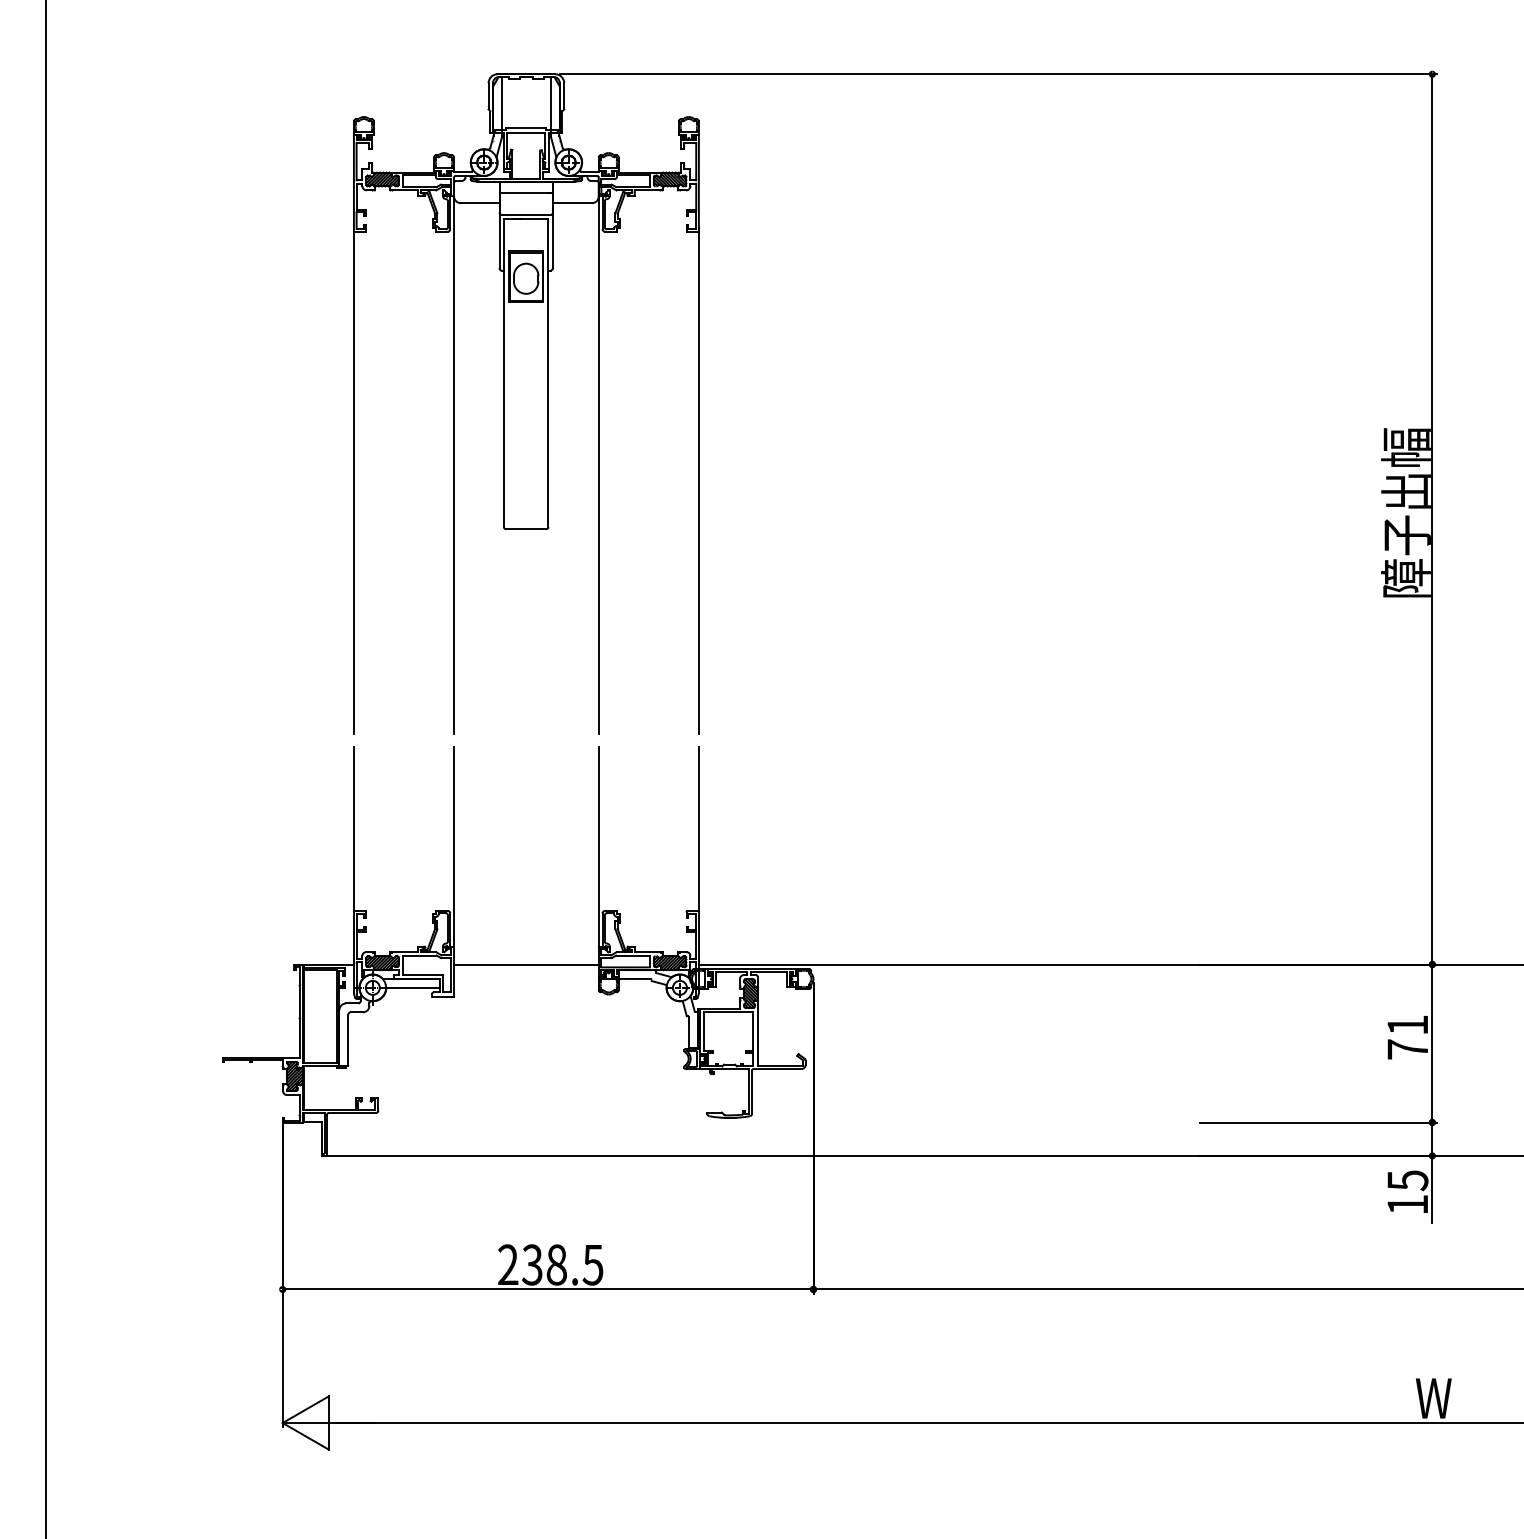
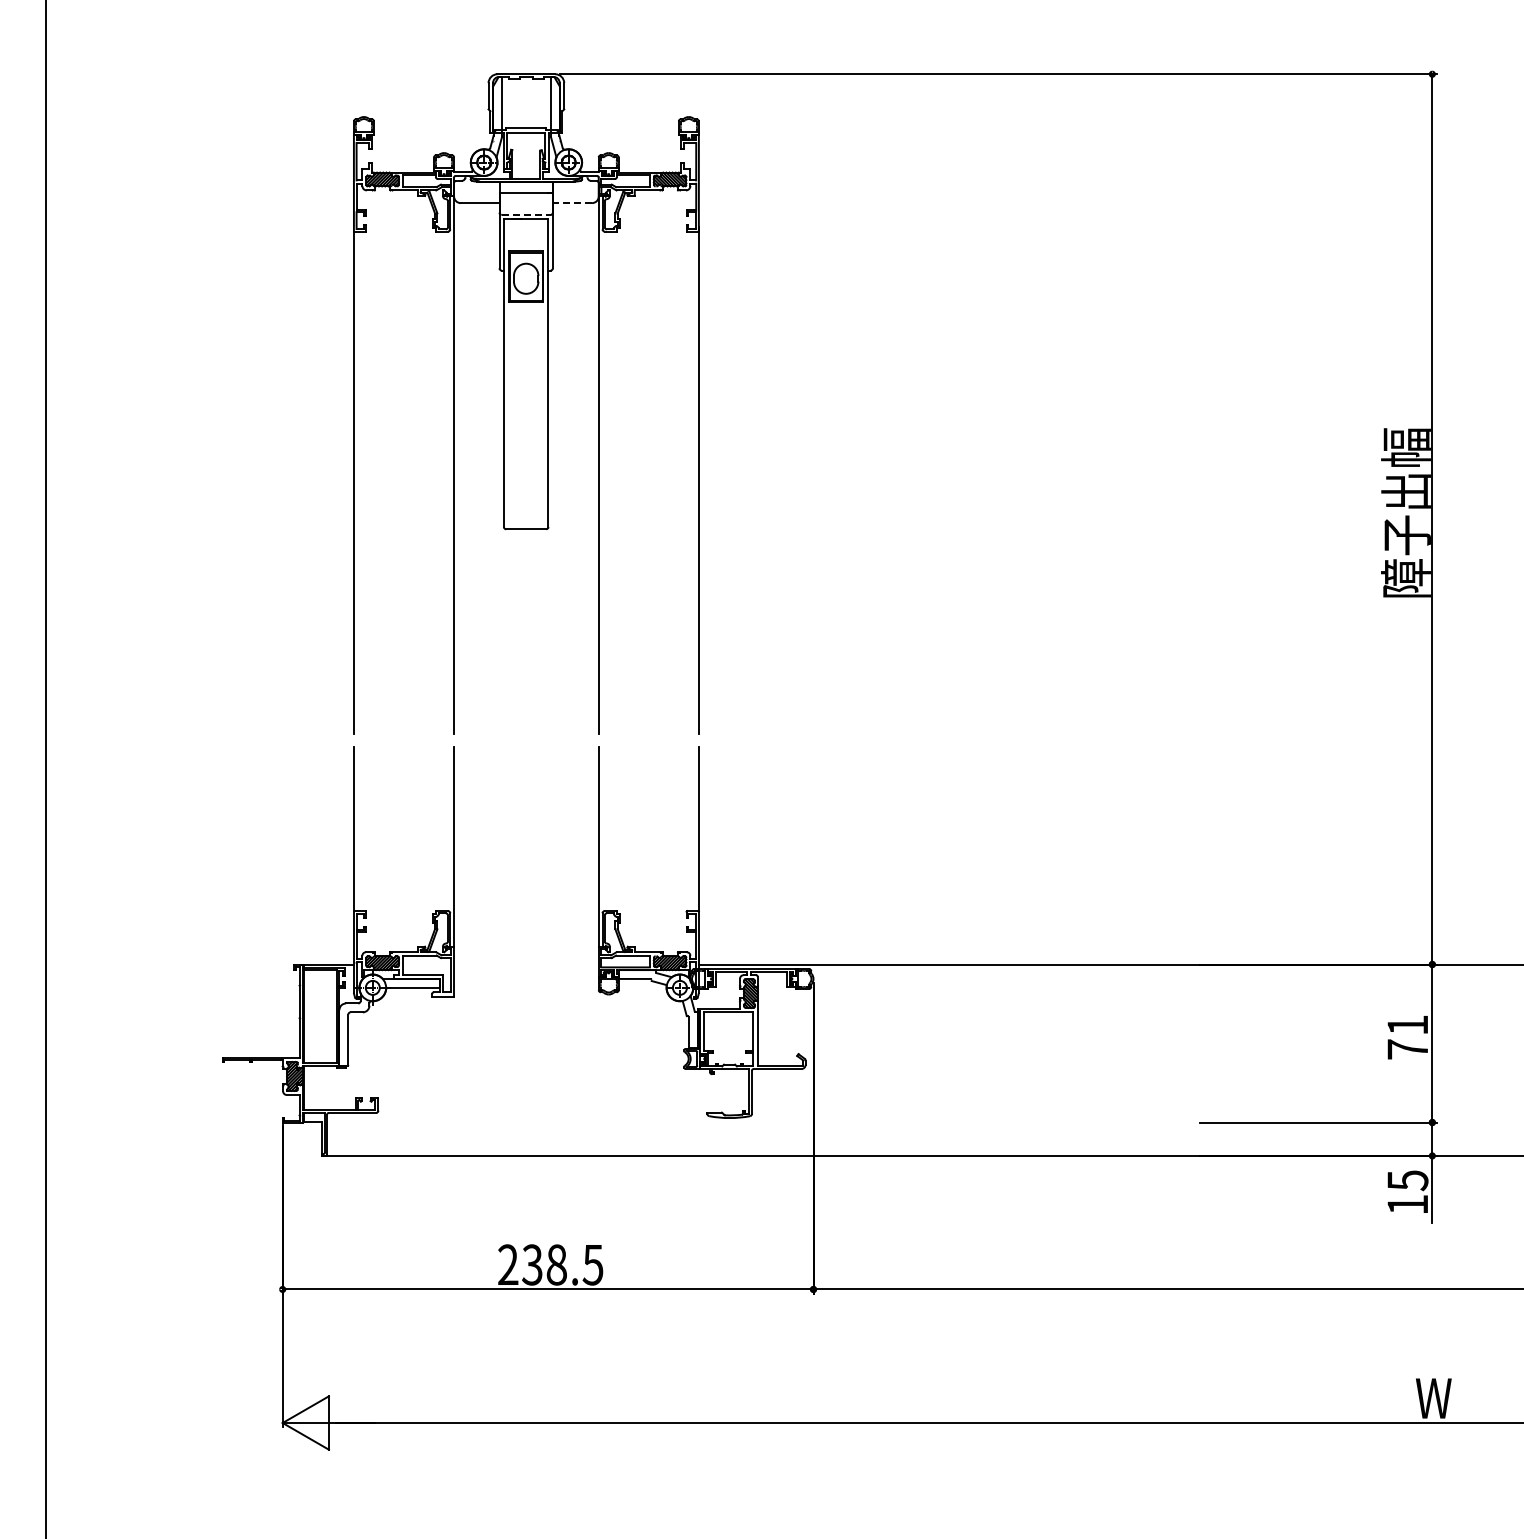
line at (572, 203): solid -> dashed
line at (526, 214): solid -> dashed
line at (526, 964): present -> none
